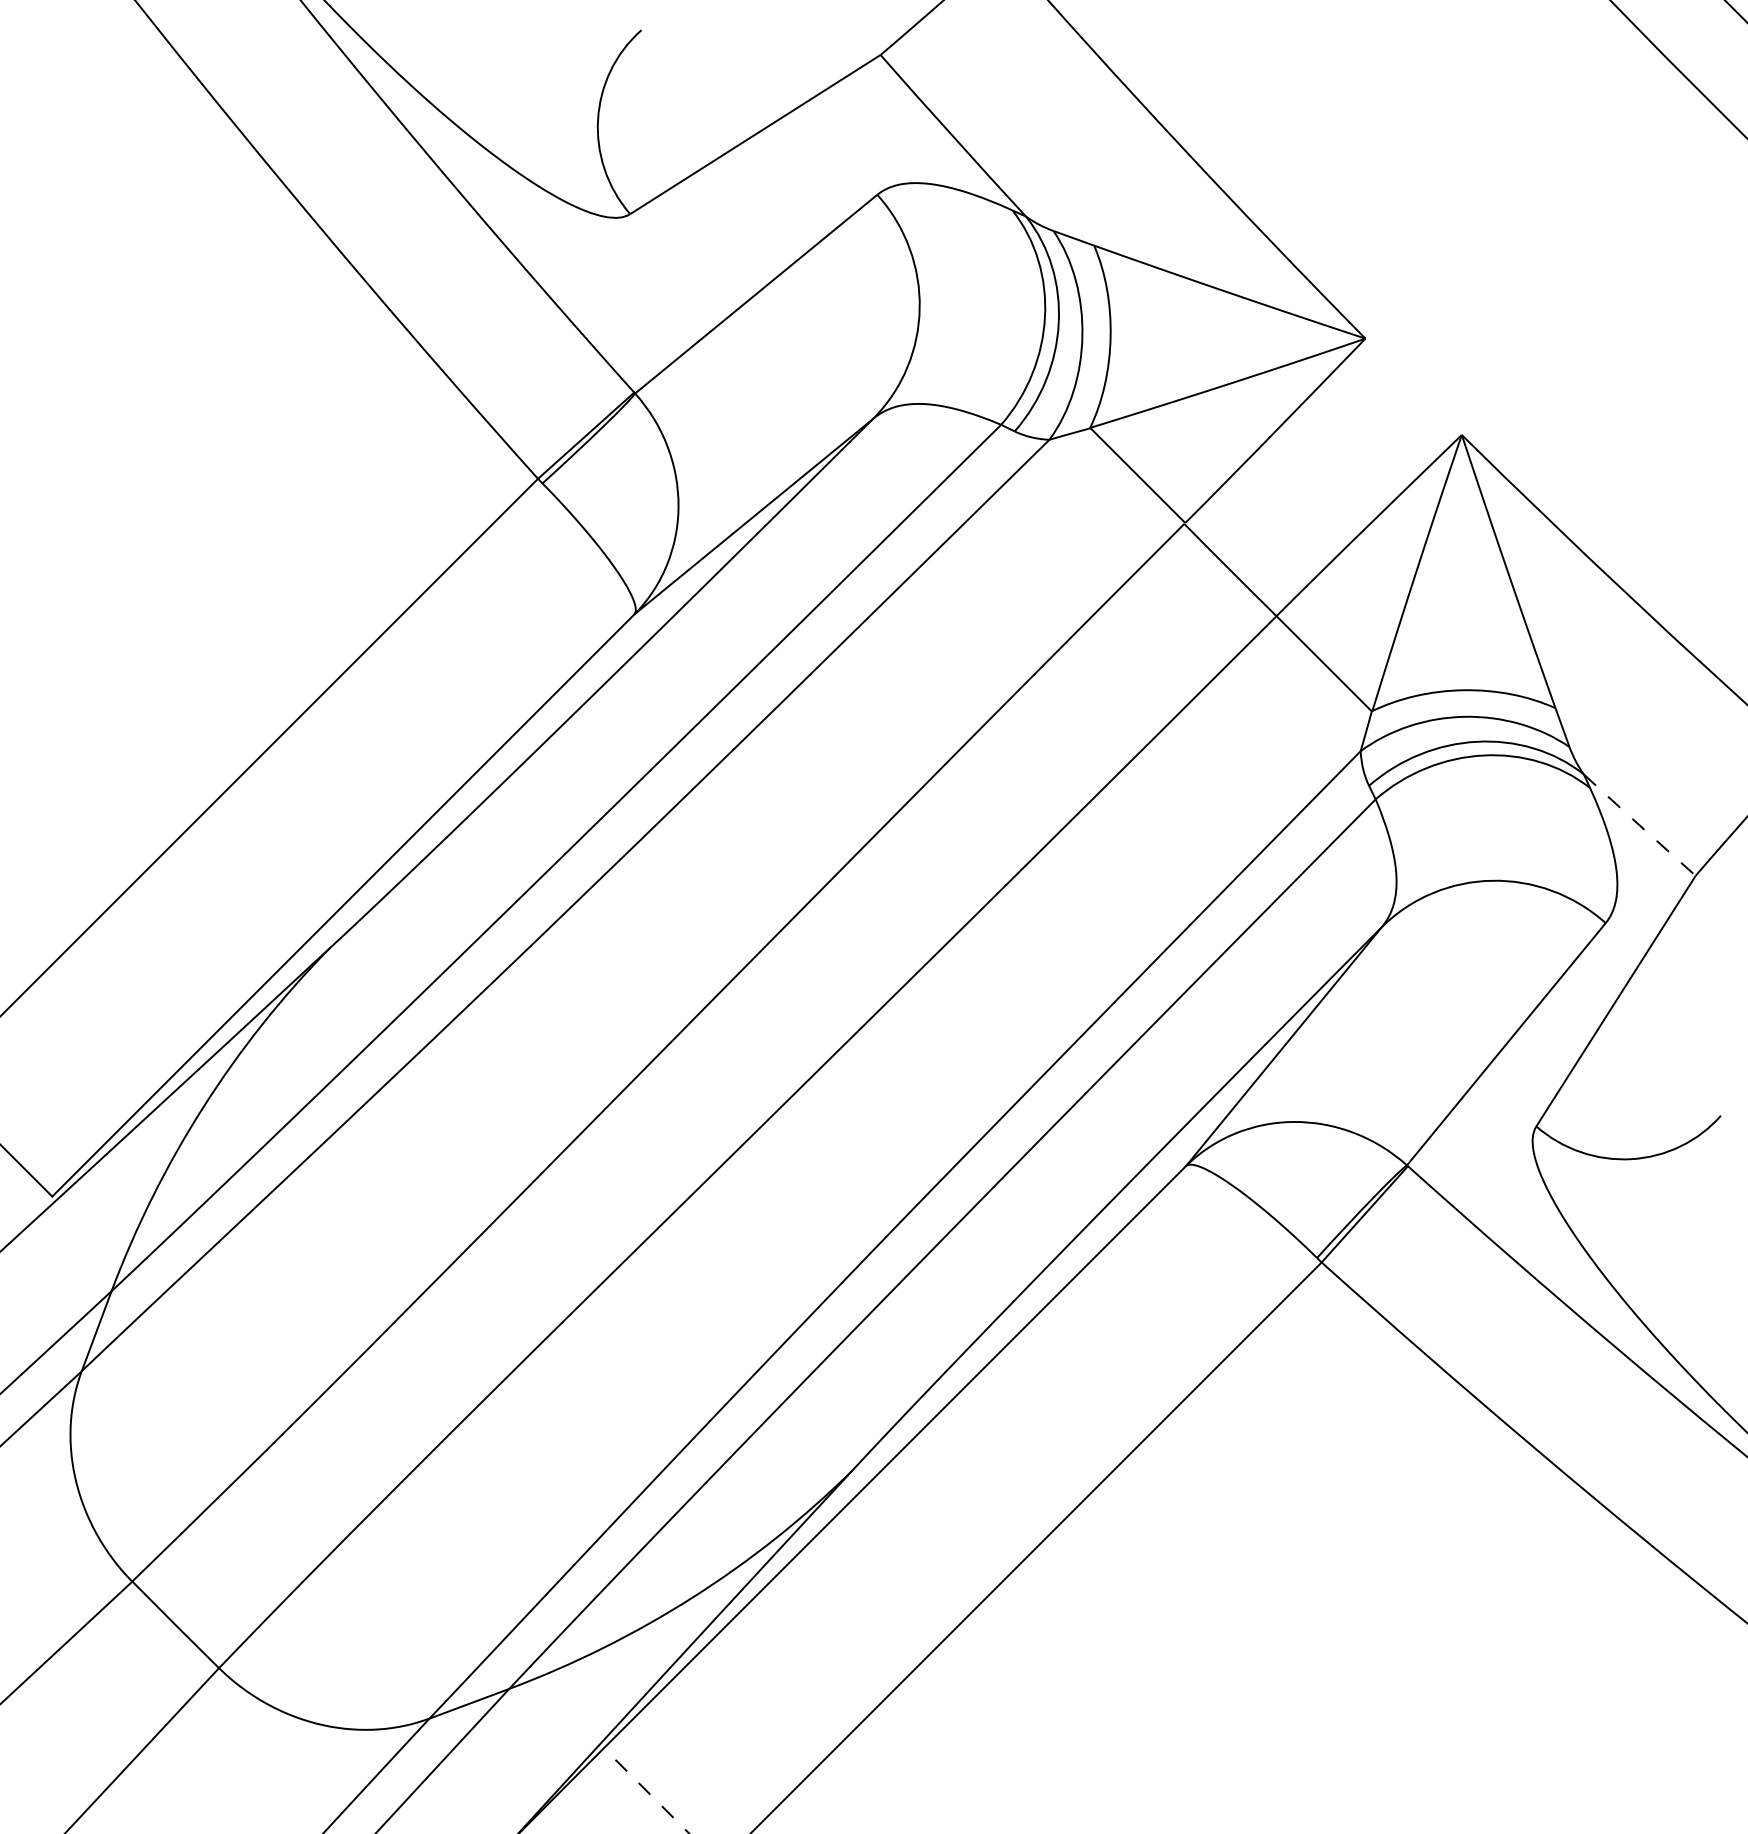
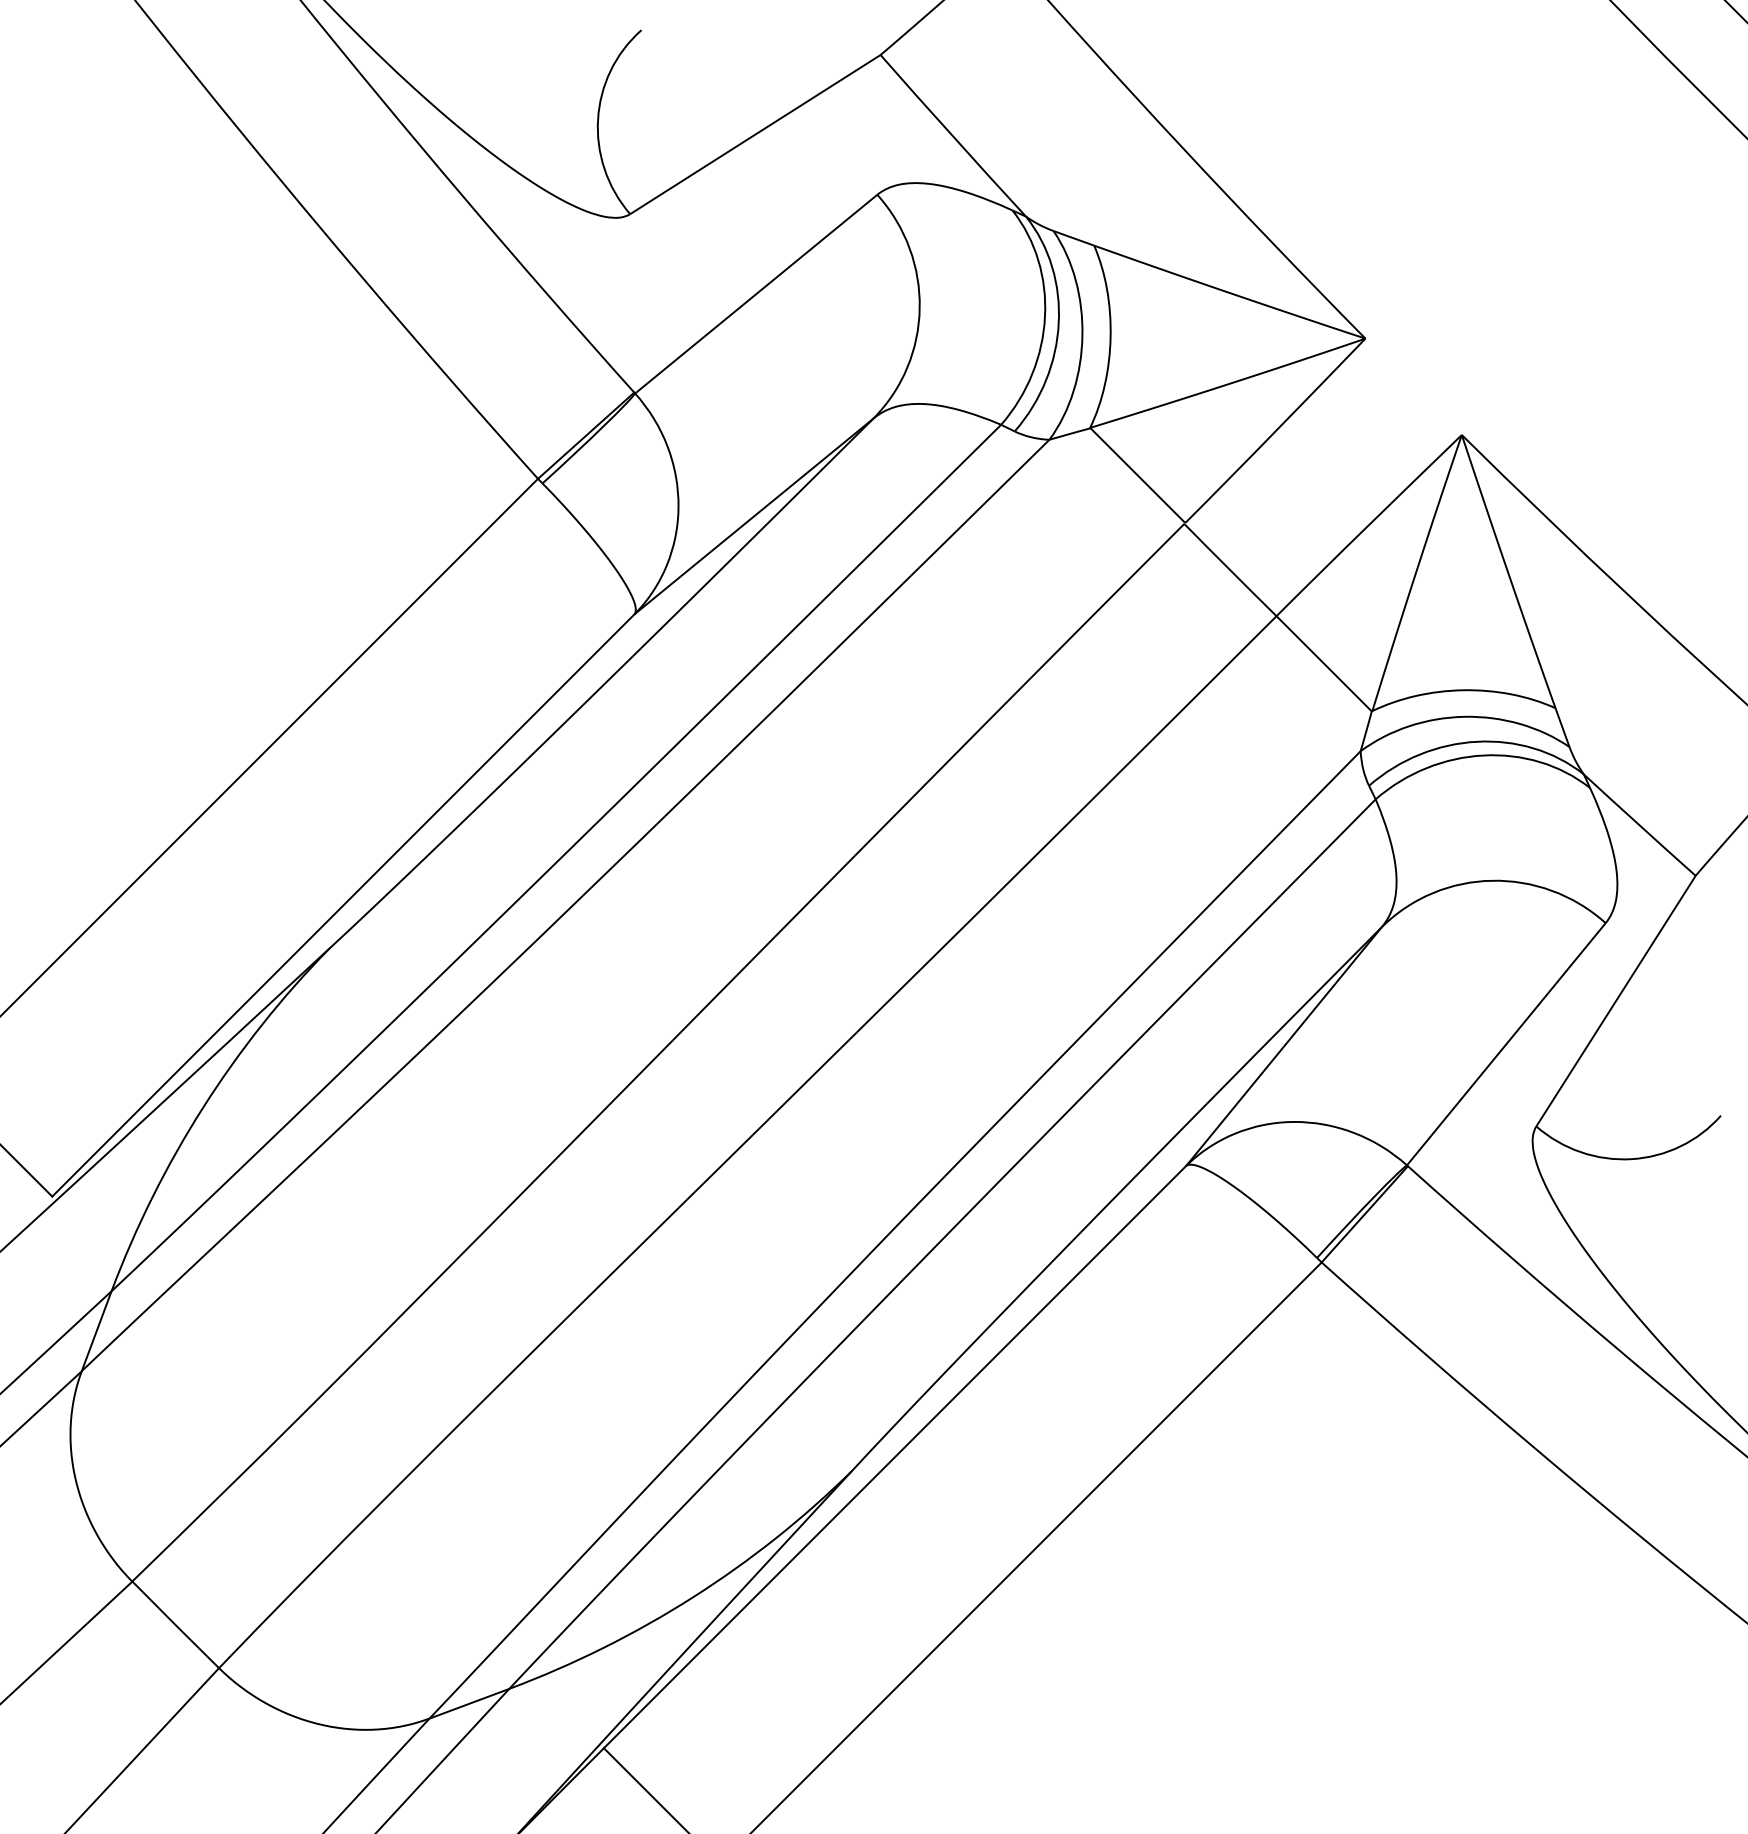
arc at (1639, 825): dashed -> solid
line at (646, 1791): dashed -> solid
